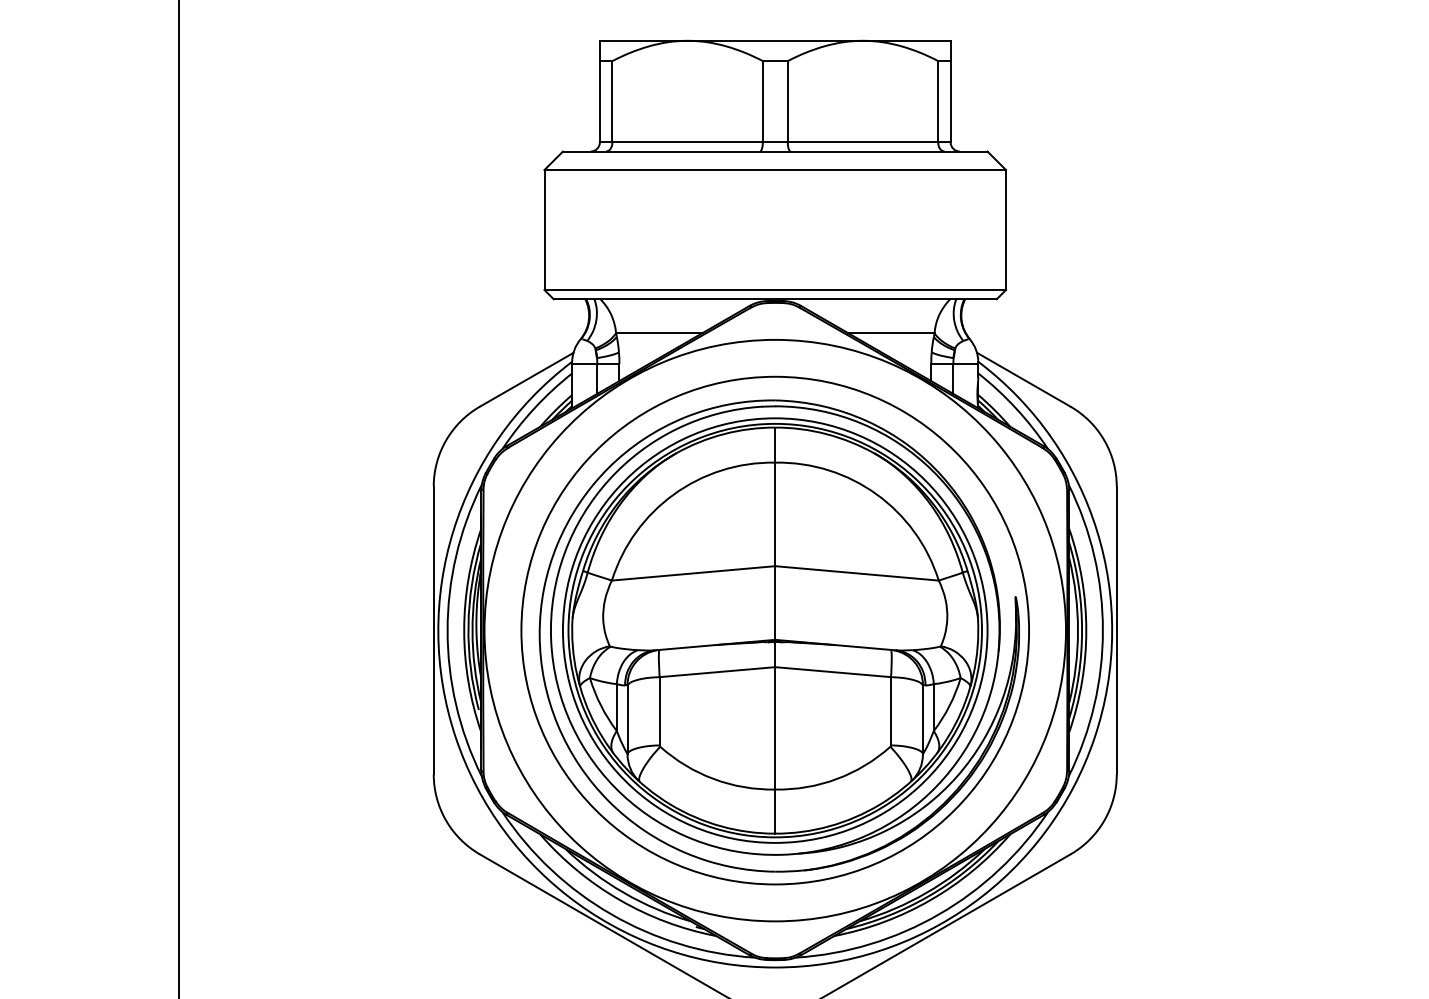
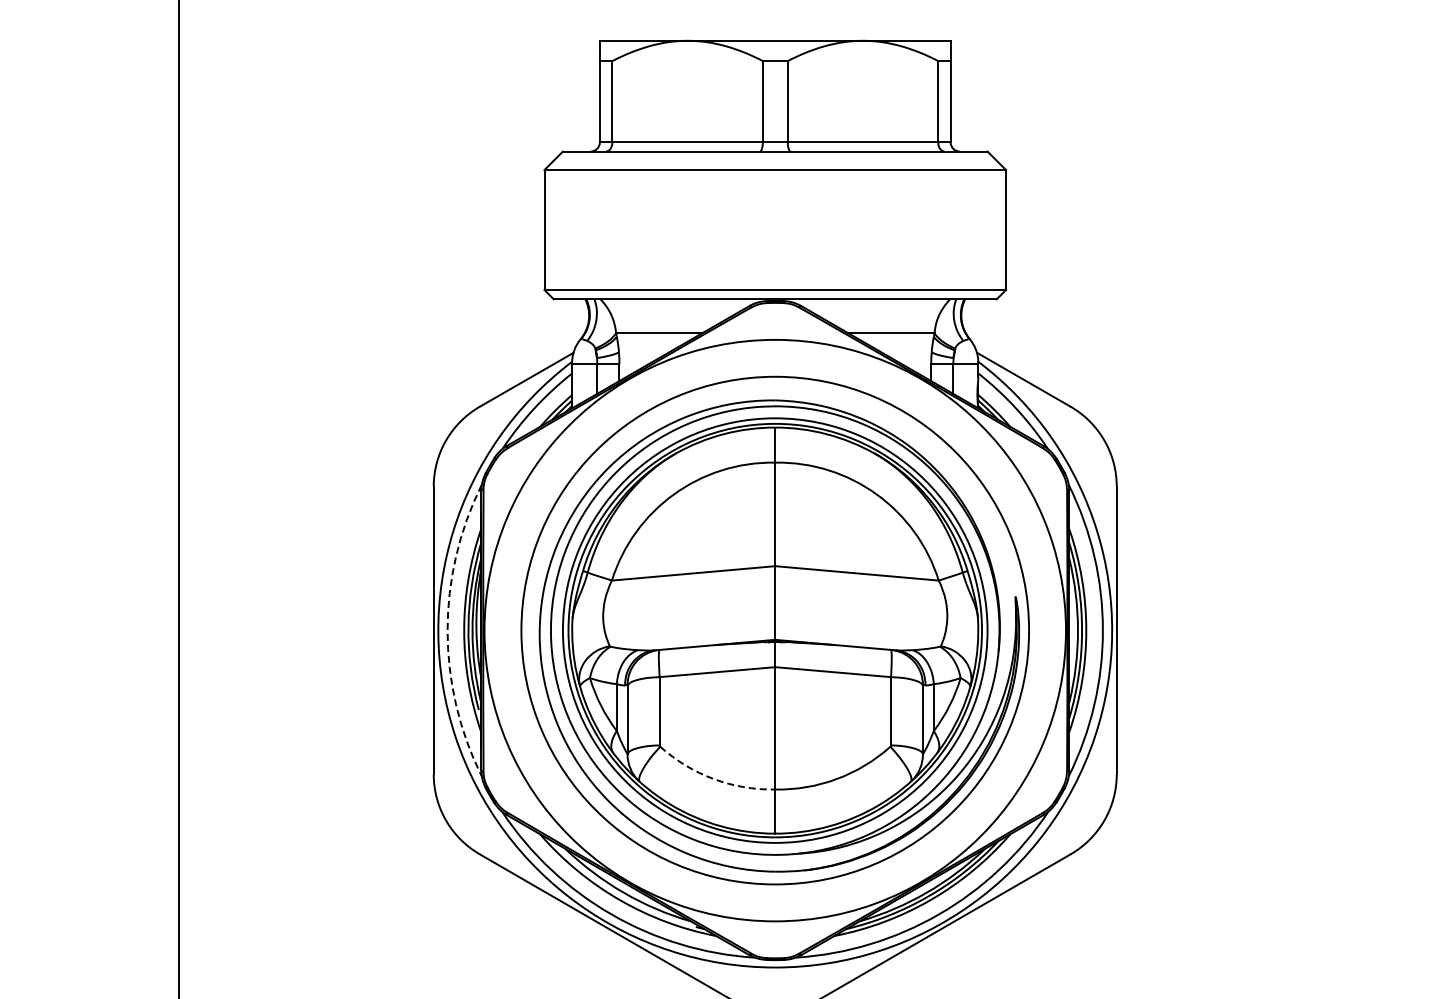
arc at (447, 630): solid -> dashed
arc at (713, 779): solid -> dashed
